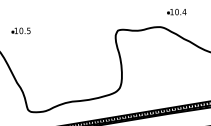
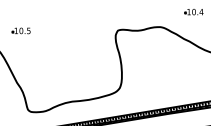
part at (176, 12) position: (176, 12) -> (193, 12)
